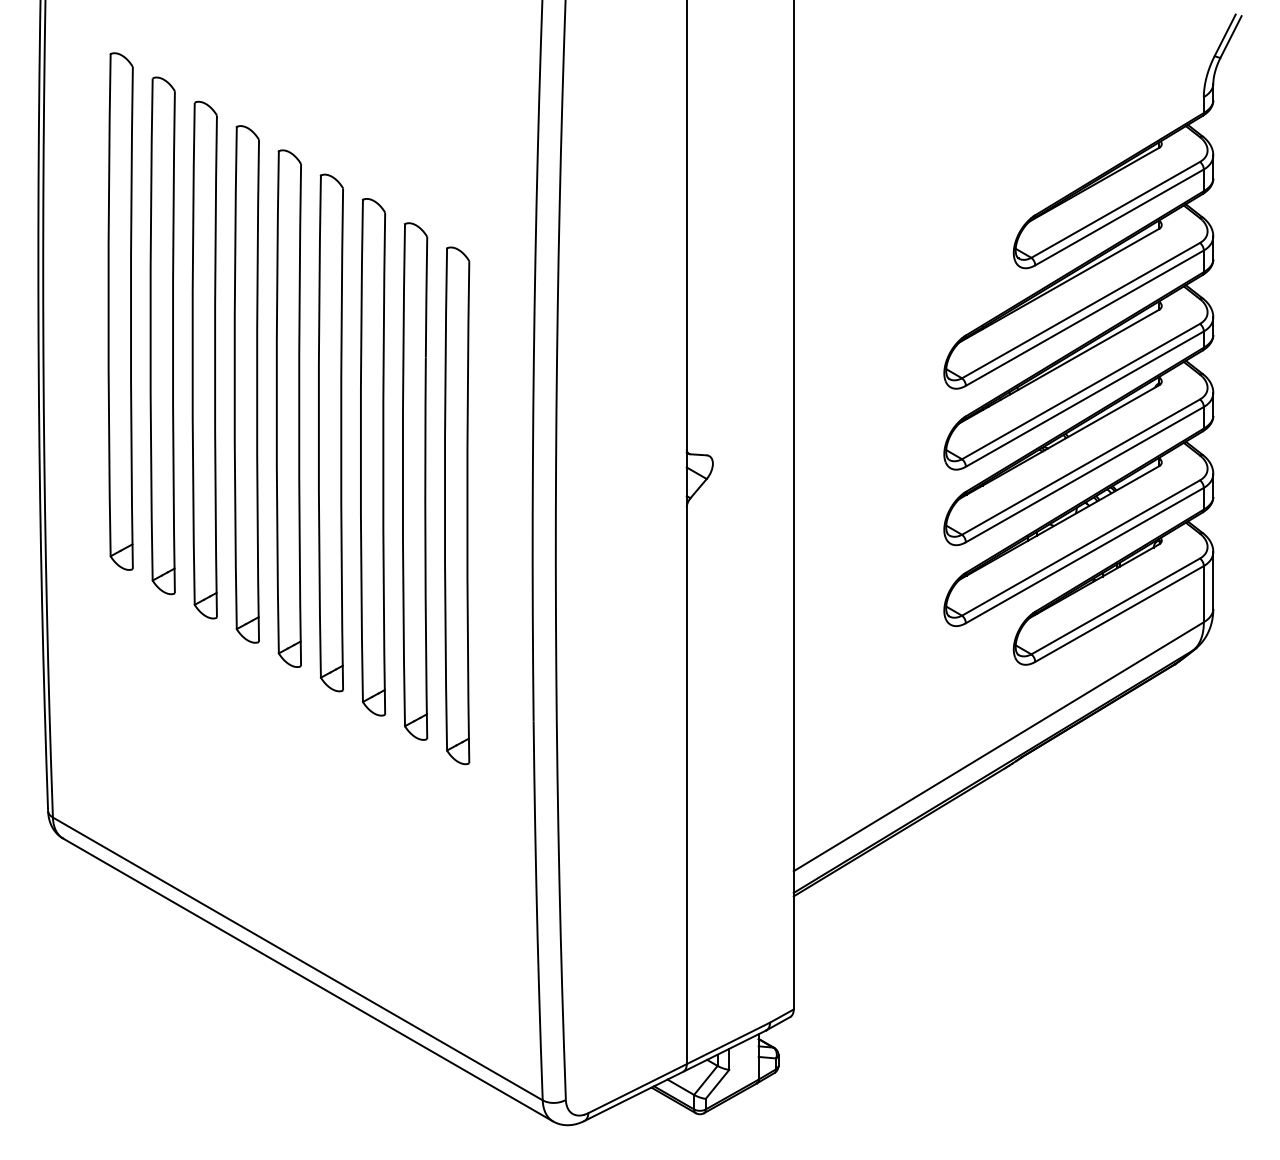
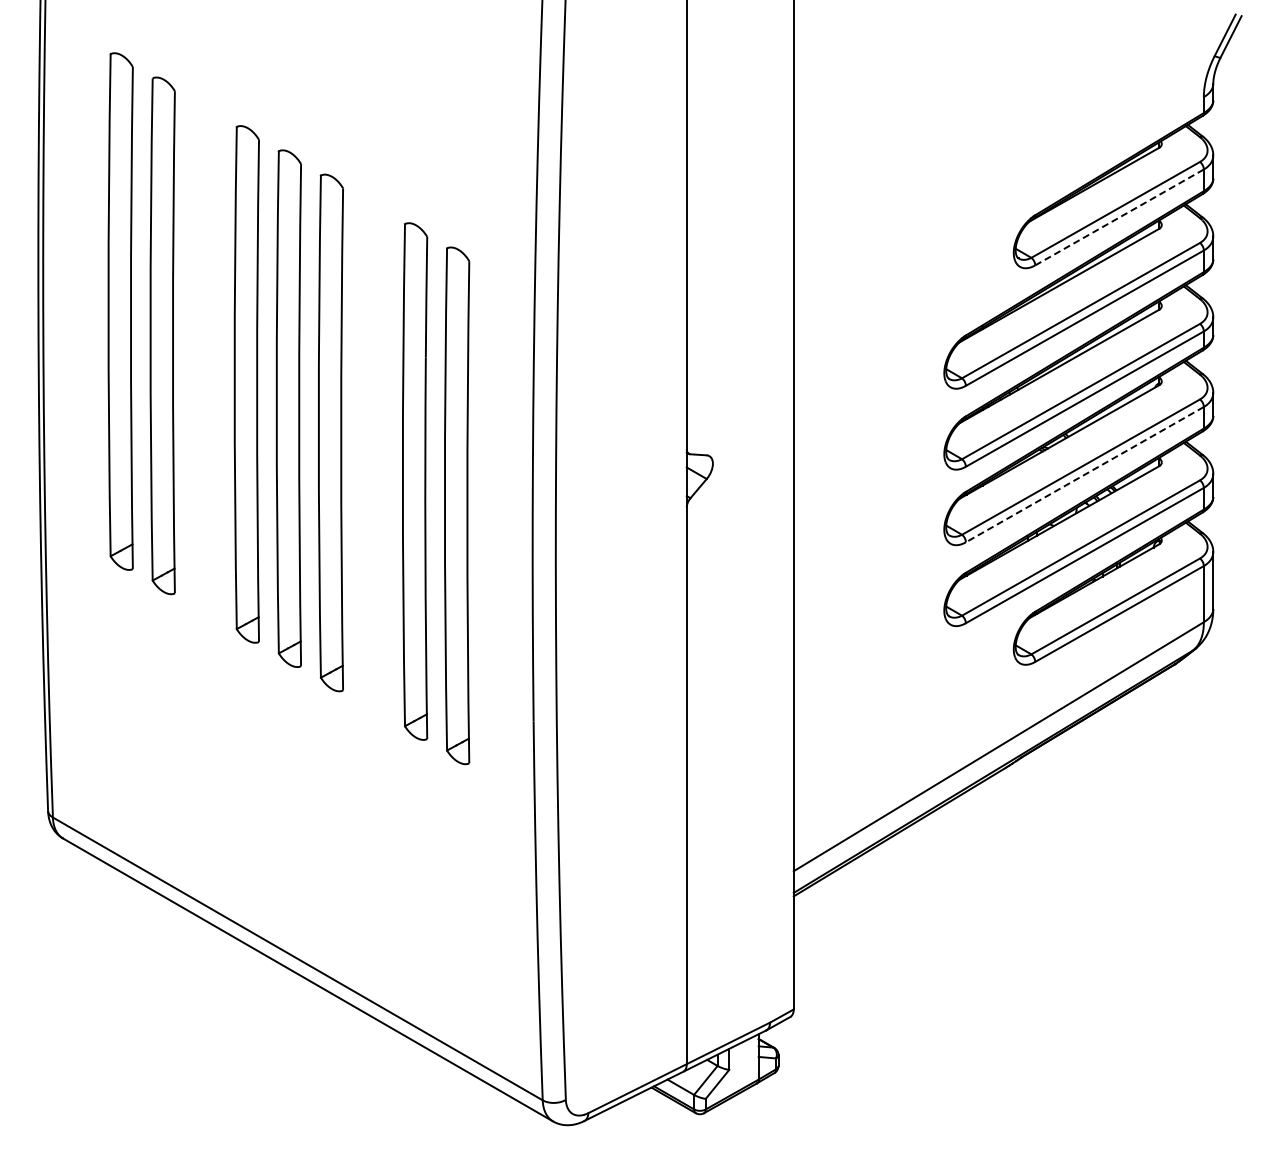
line at (1119, 217): solid -> dashed
part at (204, 359): present -> none
part at (373, 457): present -> none
line at (1084, 474): solid -> dashed
